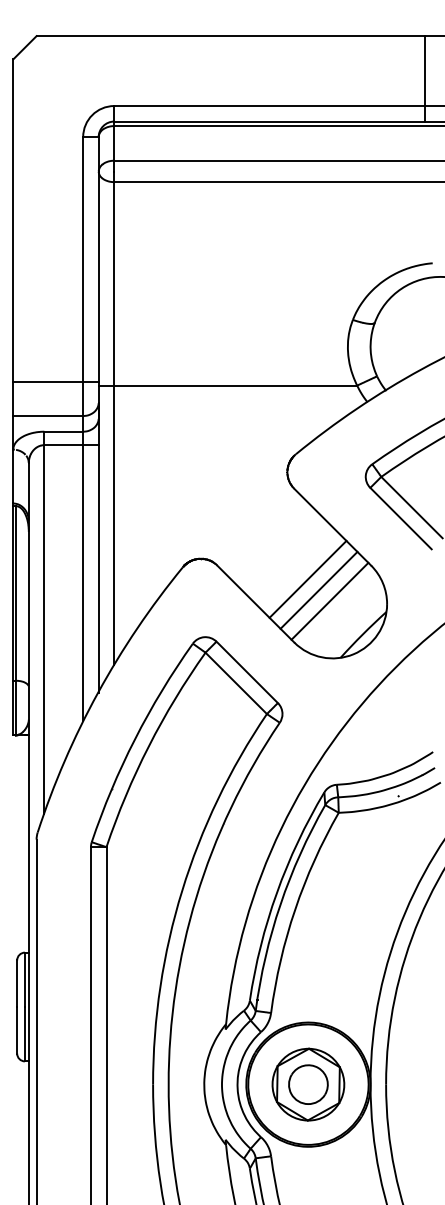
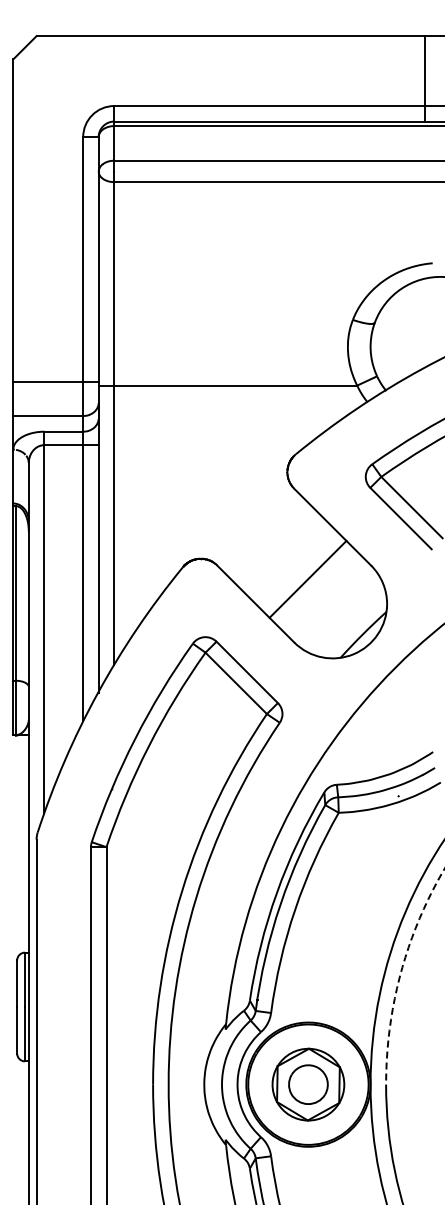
line at (318, 589): present -> none
line at (329, 600): present -> none
arc at (400, 973): solid -> dashed
